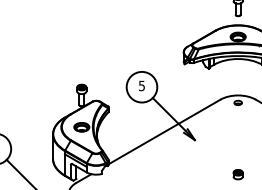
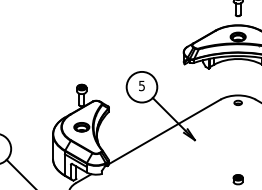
part at (237, 174) position: (237, 174) -> (237, 179)
